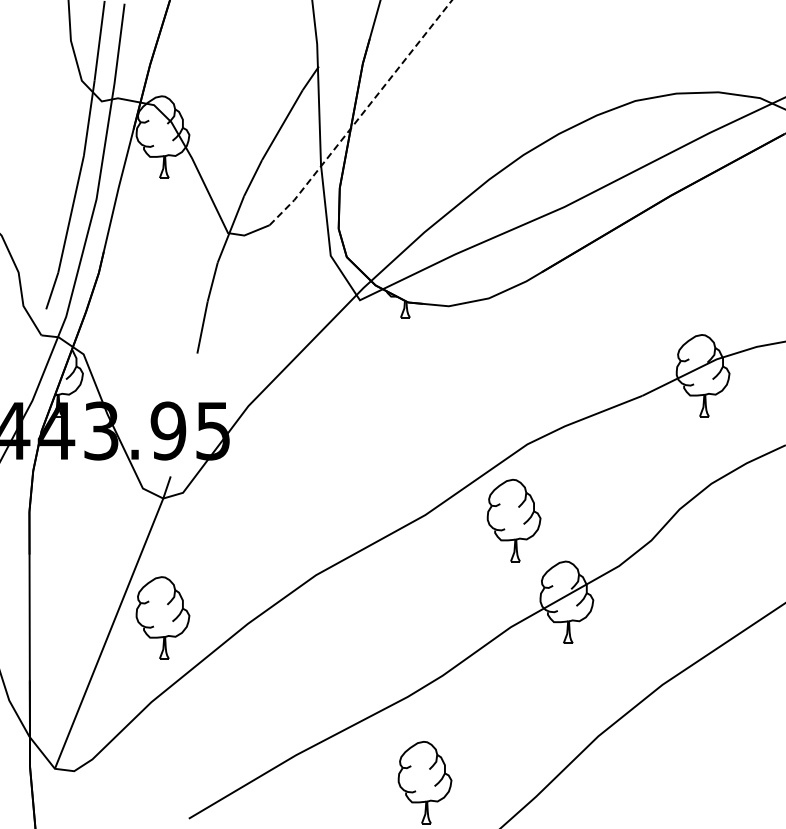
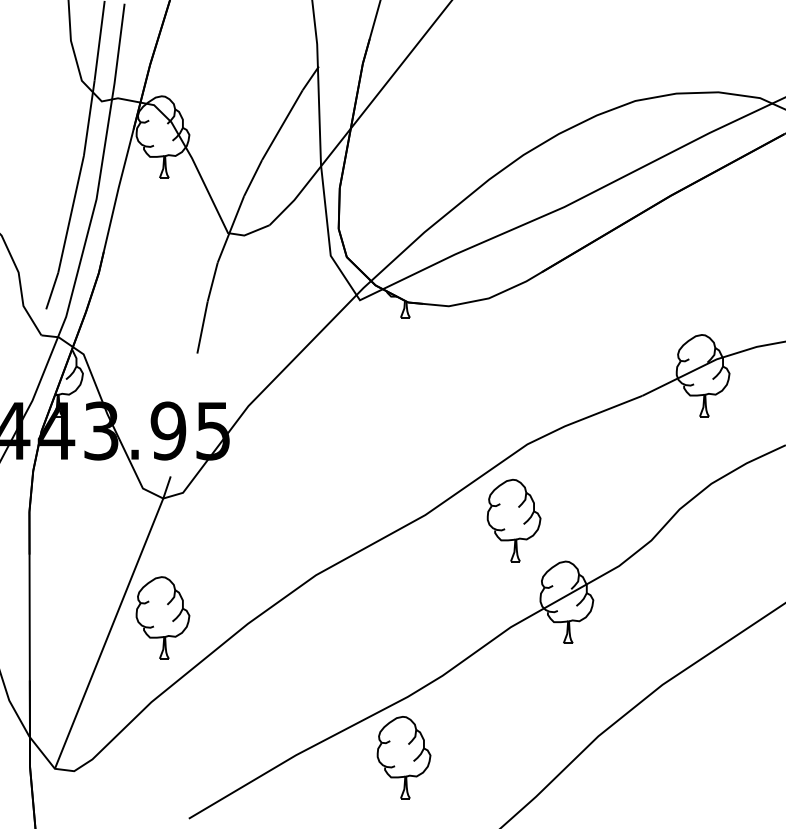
line at (361, 114): dashed -> solid
part at (424, 782) position: (424, 782) -> (403, 757)
